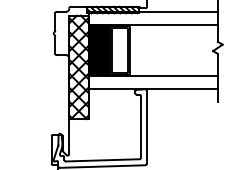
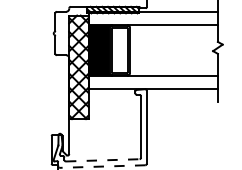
line at (102, 160): solid -> dashed
line at (102, 166): solid -> dashed
